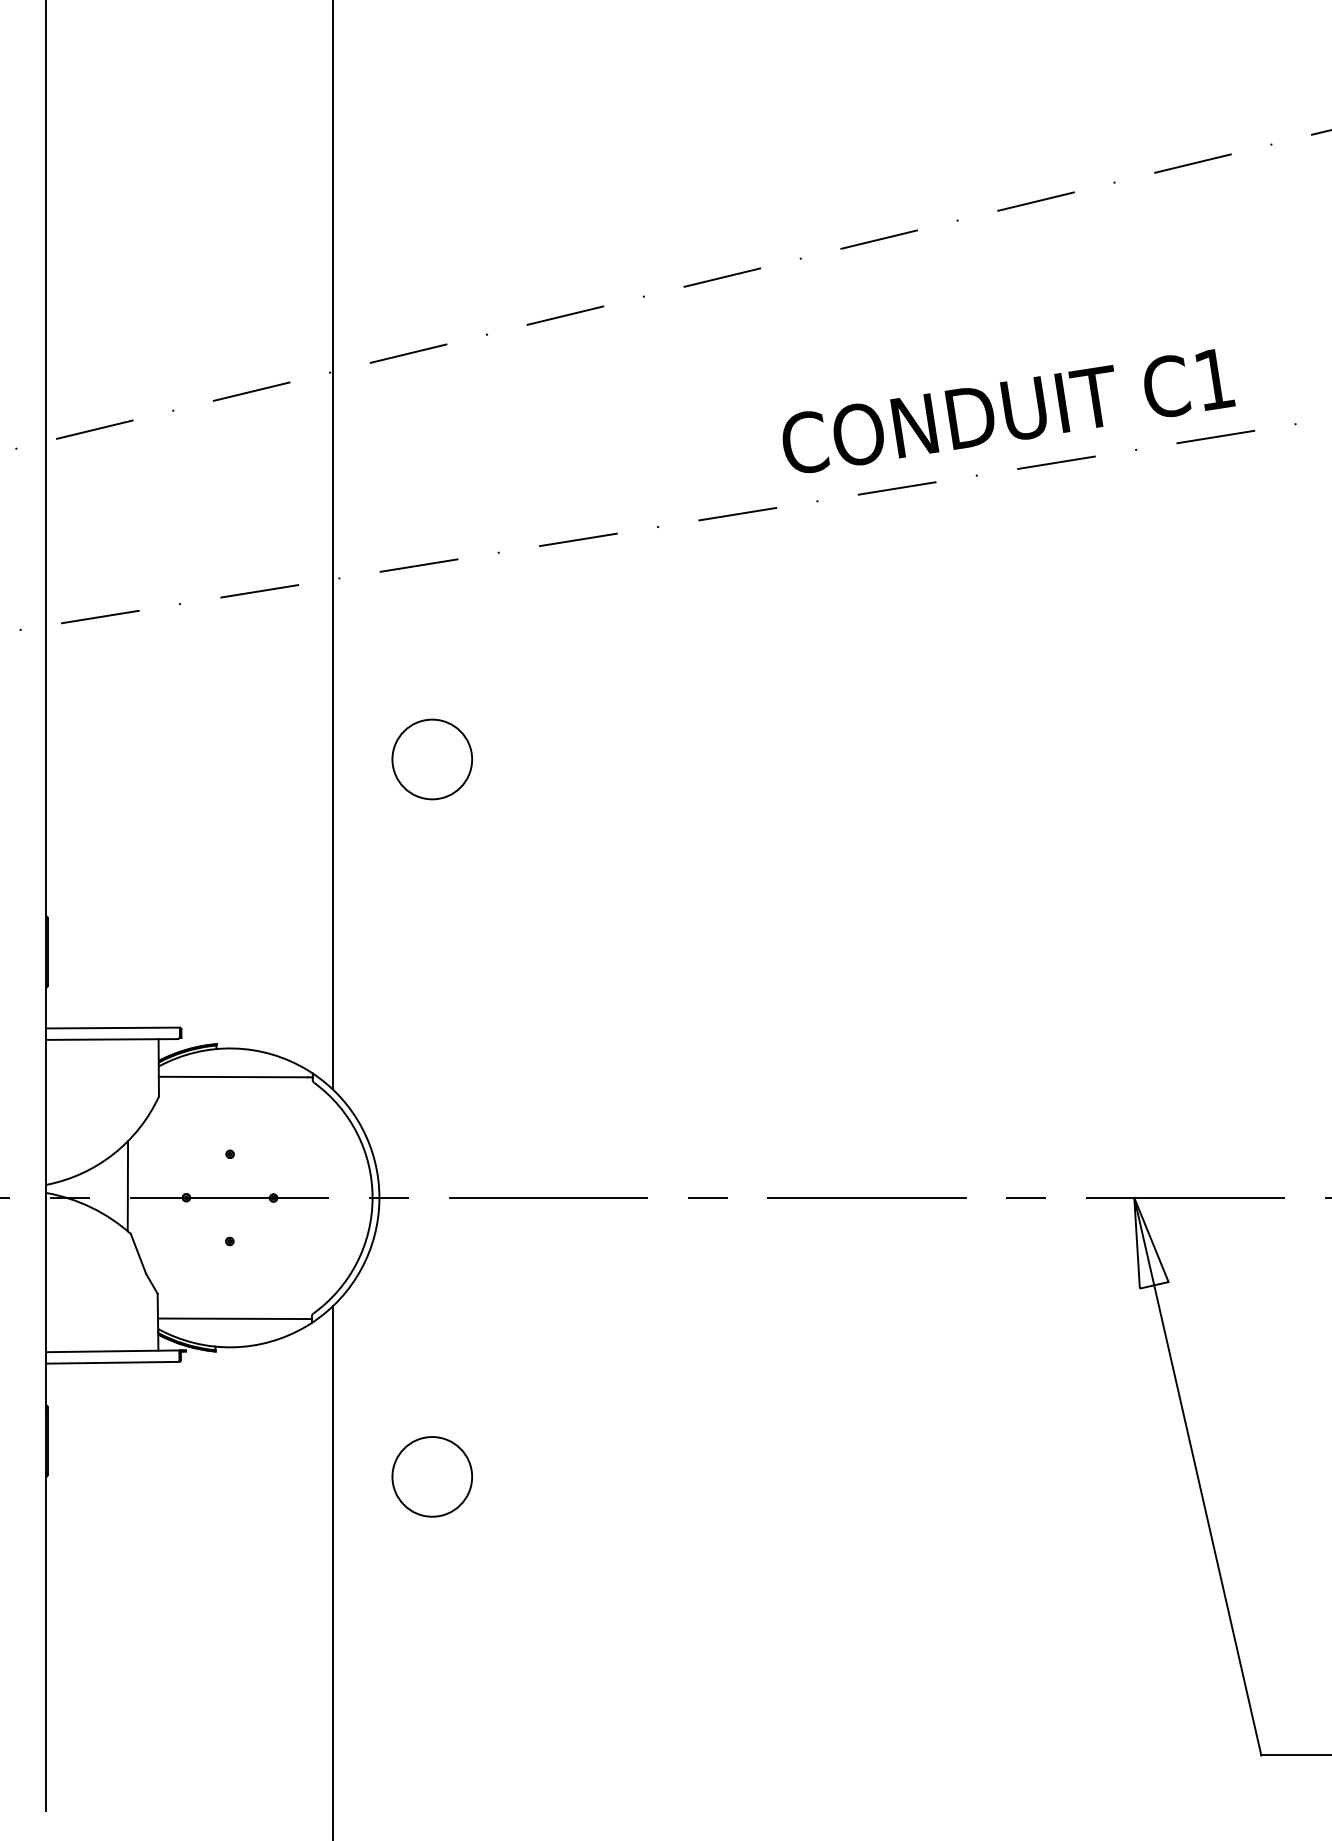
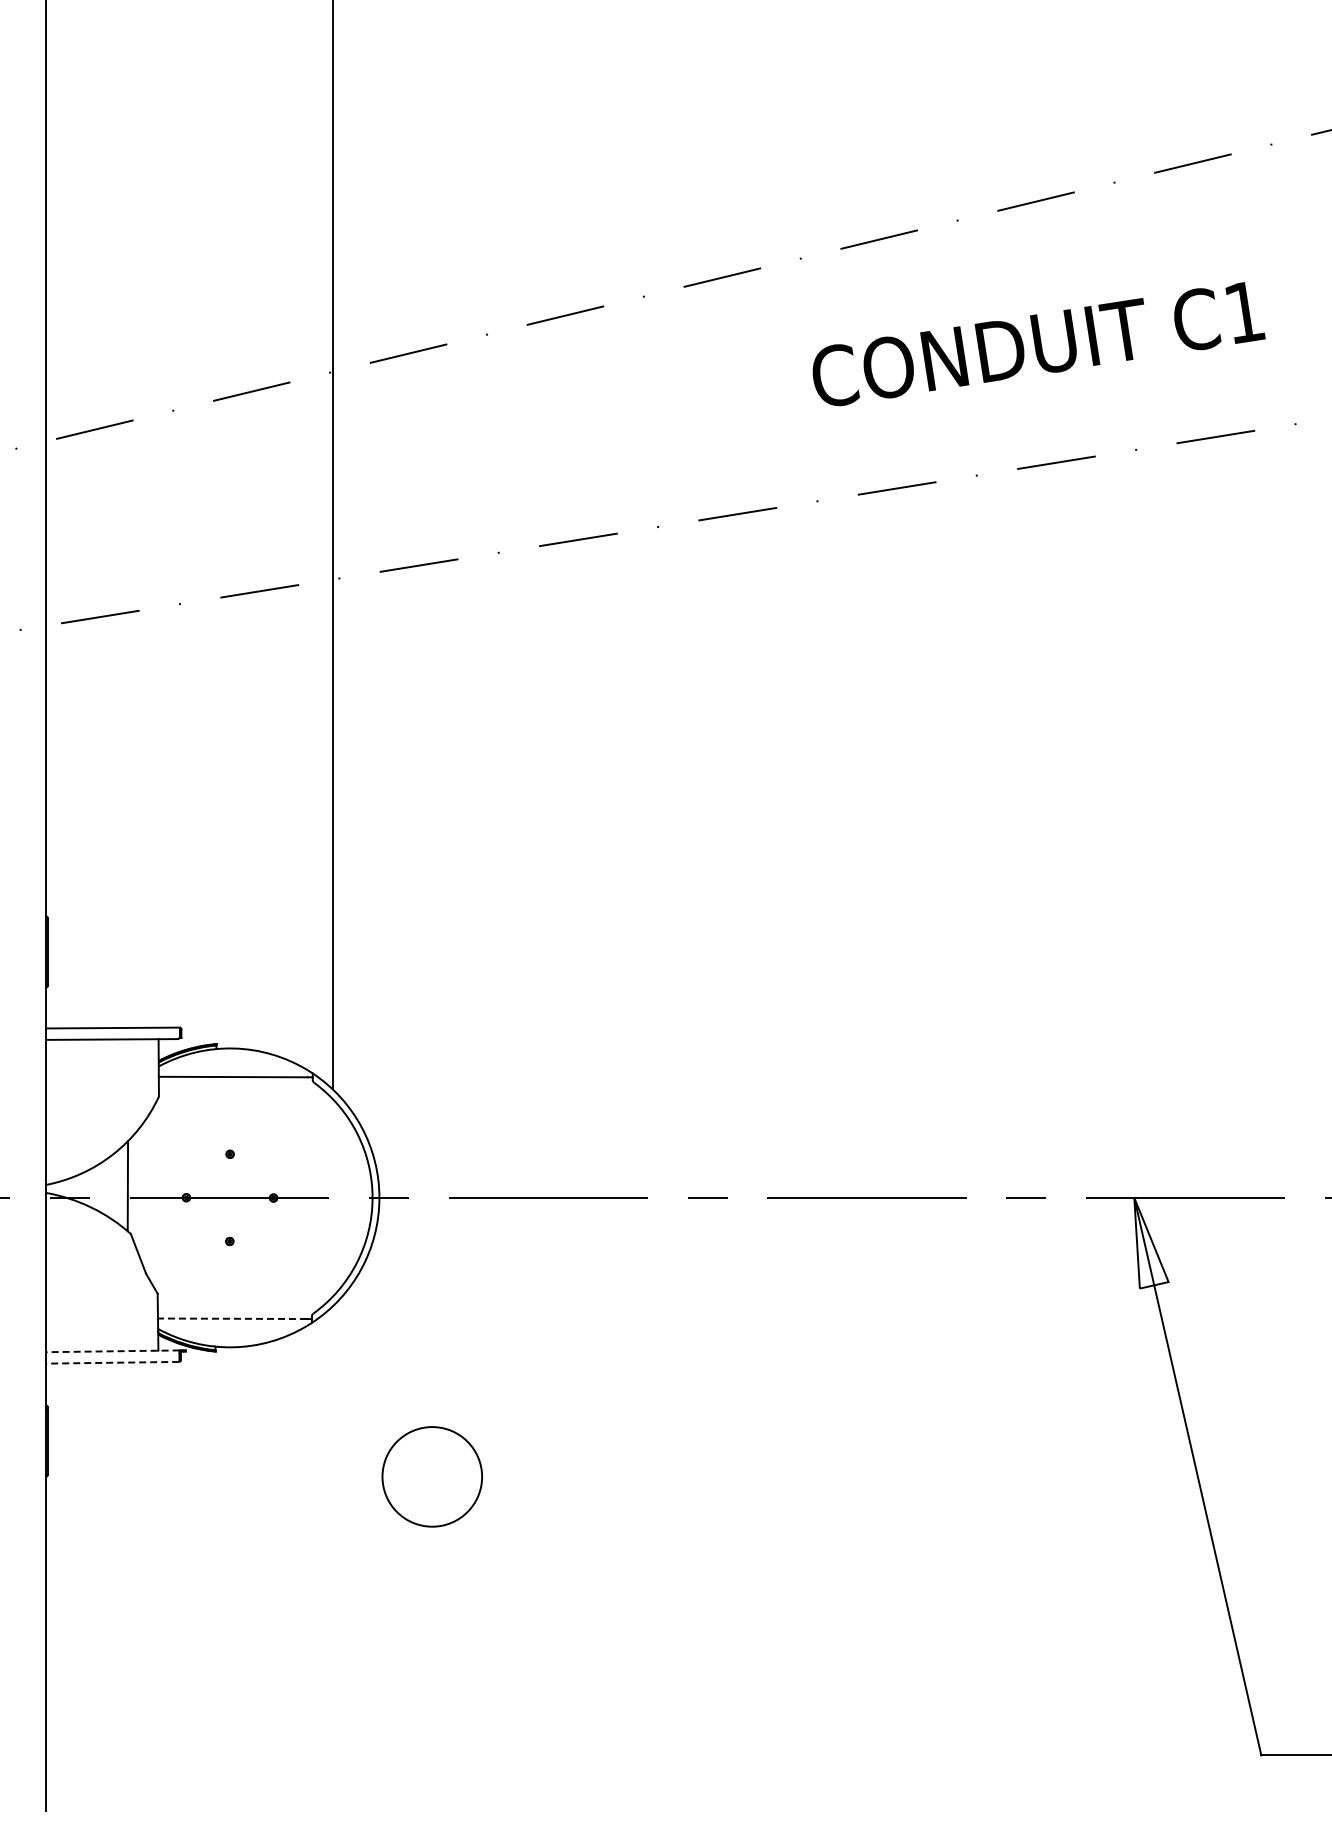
text at (1008, 411) position: (1008, 411) -> (1038, 344)
circle at (432, 759): present -> none
line at (231, 1318): solid -> dashed
line at (112, 1351): solid -> dashed
line at (112, 1362): solid -> dashed
circle at (432, 1476) diameter: 80 px -> 100 px
line at (332, 1571): present -> none
